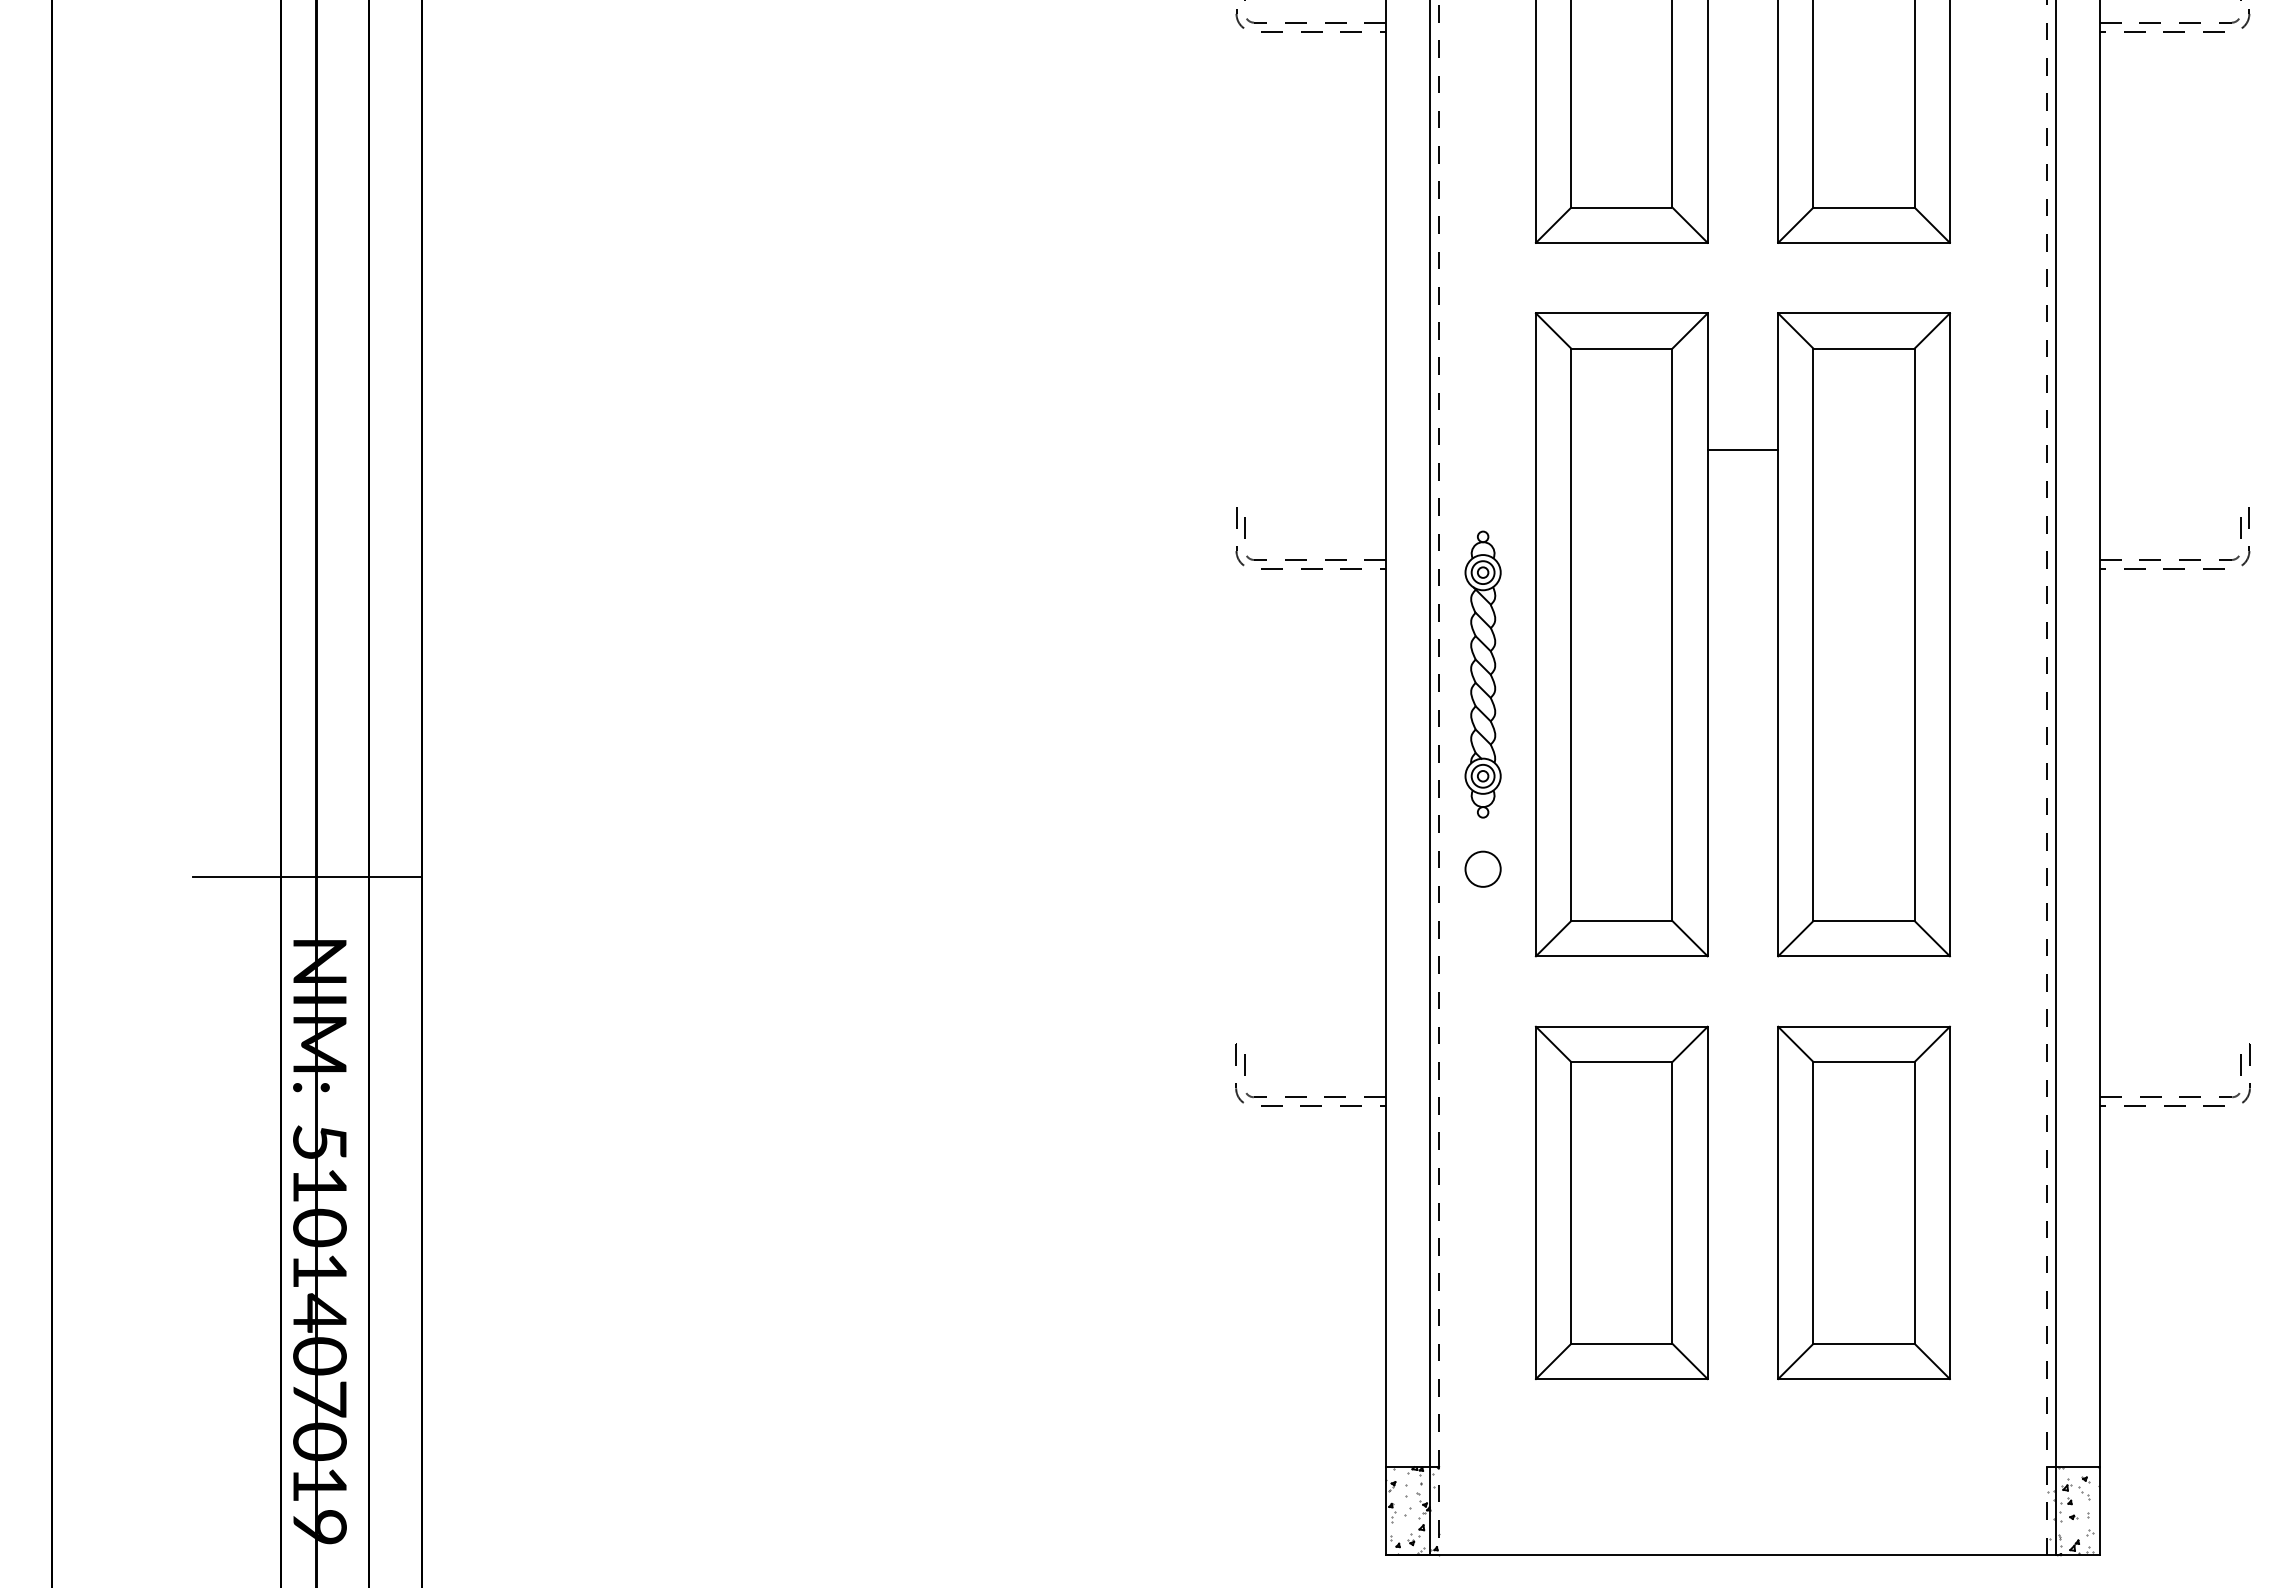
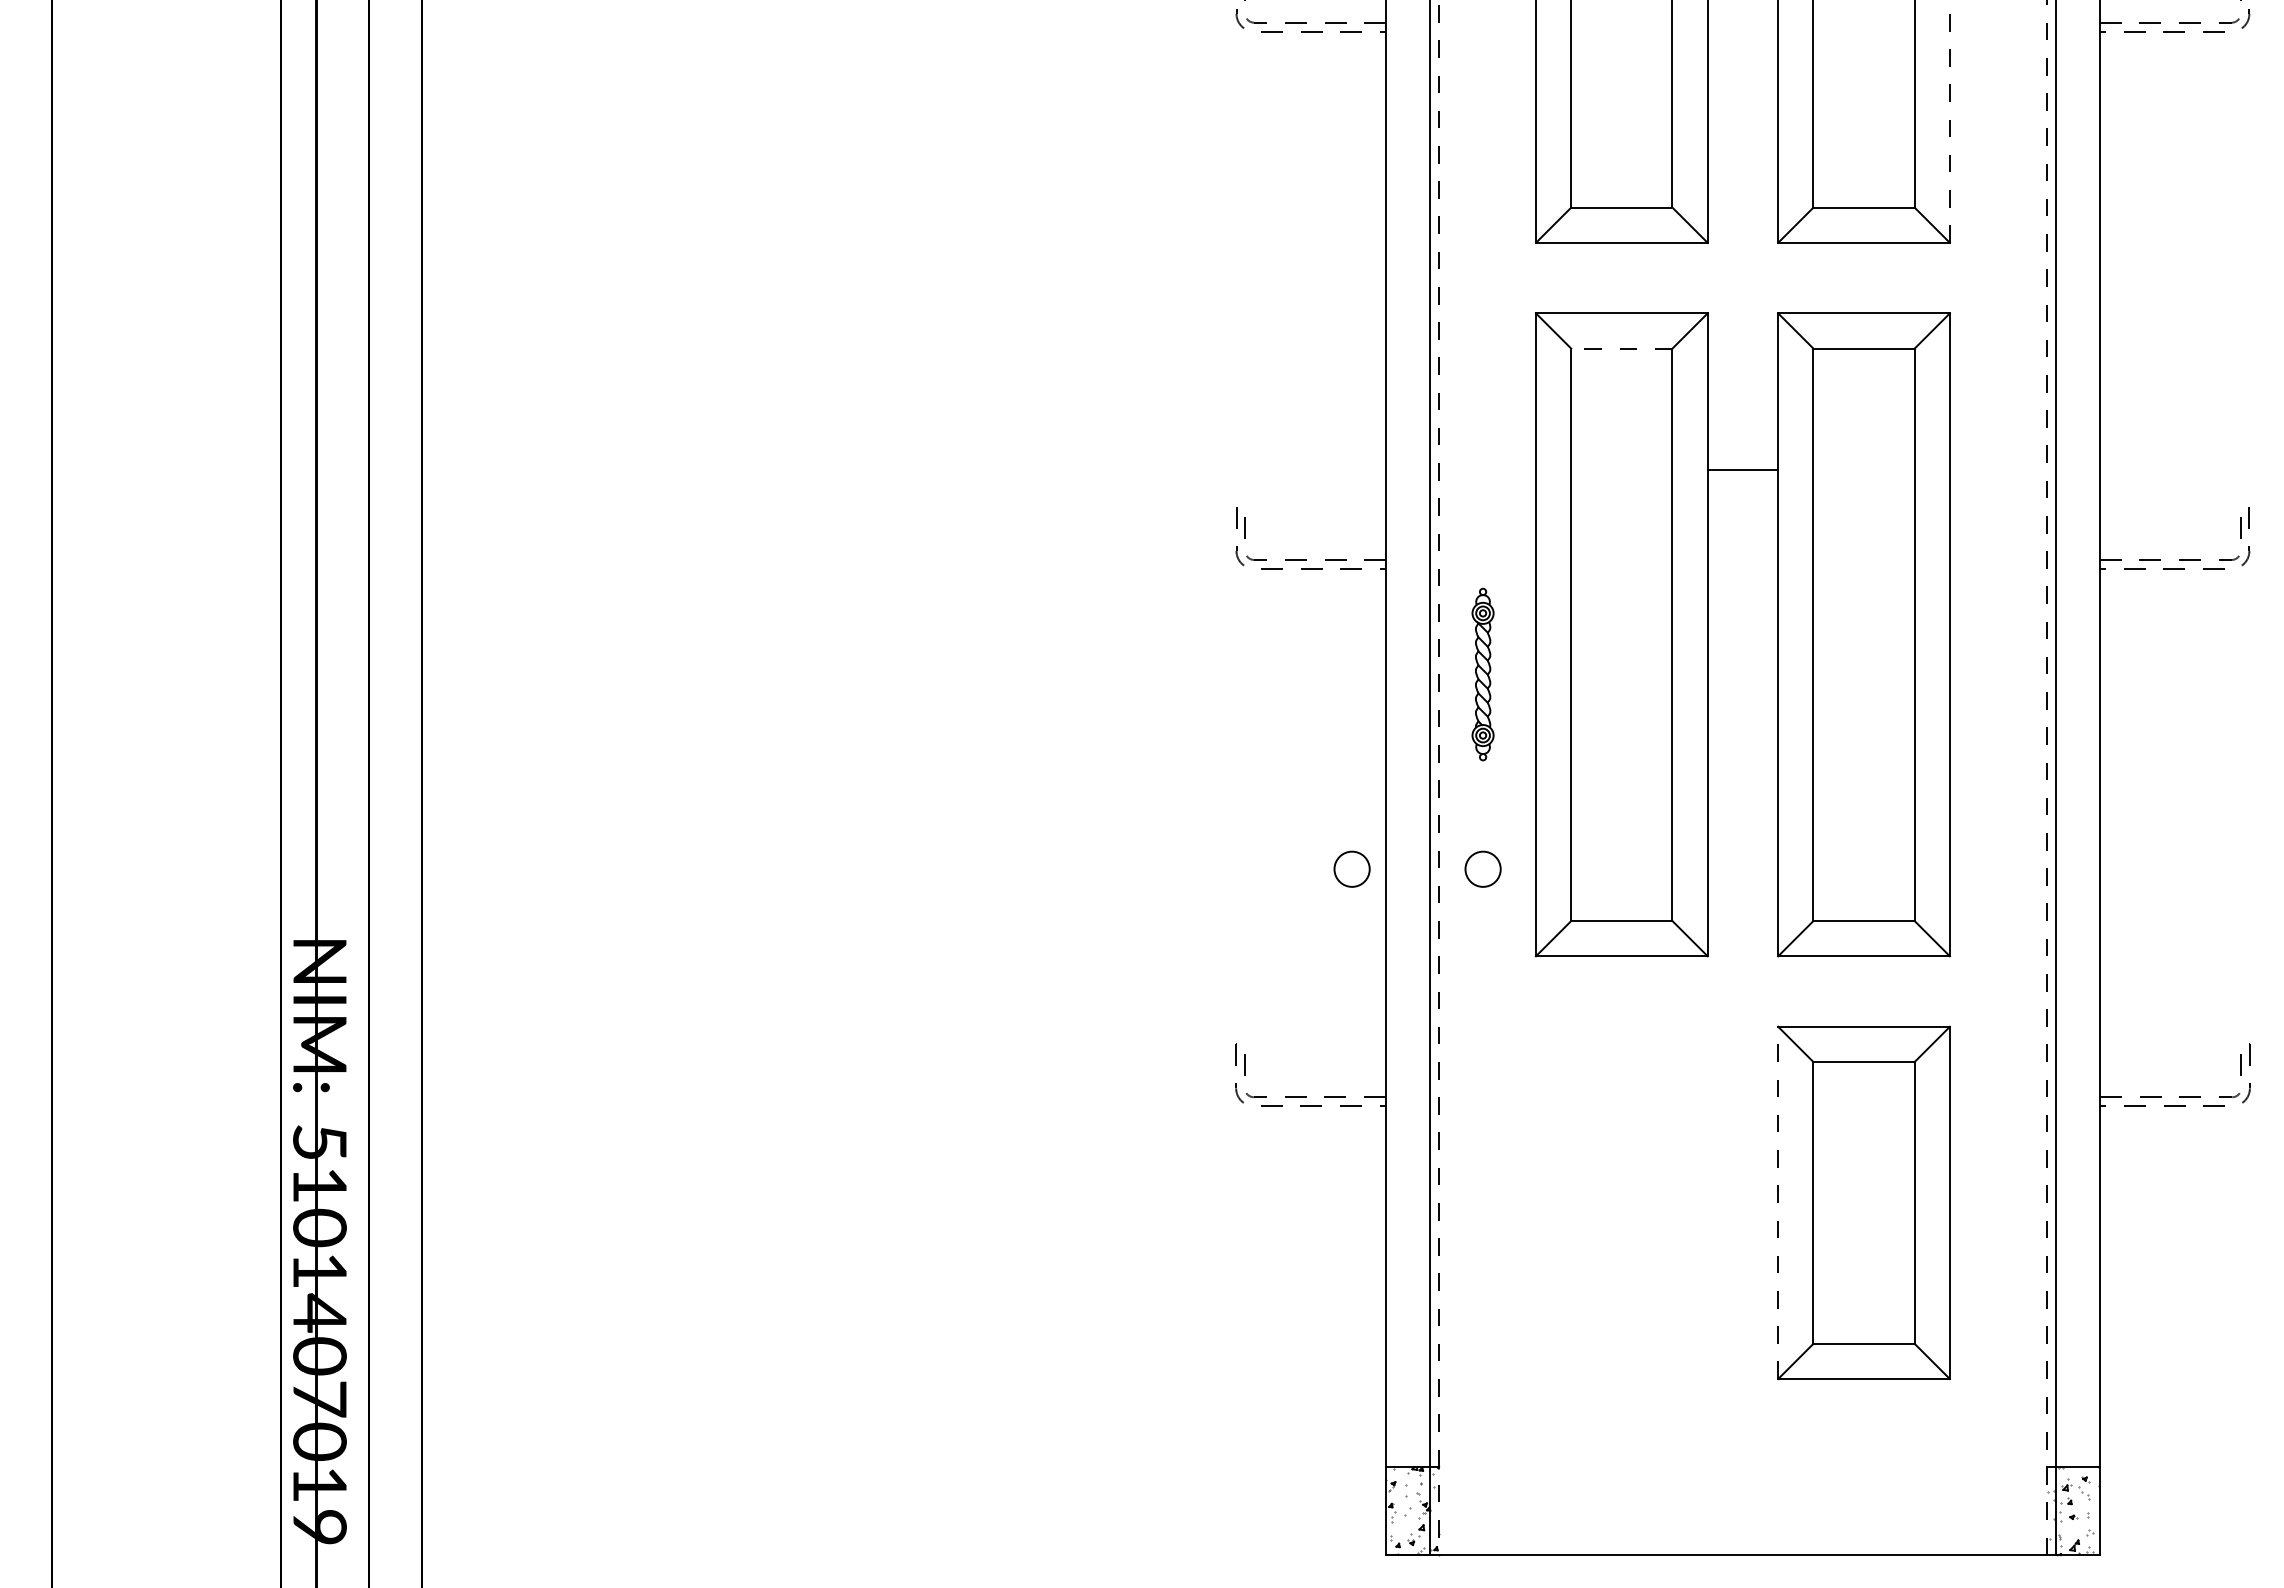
line at (1949, 121): solid -> dashed
line at (1621, 348): solid -> dashed
line at (1742, 450) position: (1742, 450) -> (1742, 470)
part at (1482, 674) size: 38x289 px -> 24x175 px
circle at (1351, 868): none -> present
line at (306, 876): present -> none
part at (1621, 1202): present -> none
line at (1778, 1202): solid -> dashed
